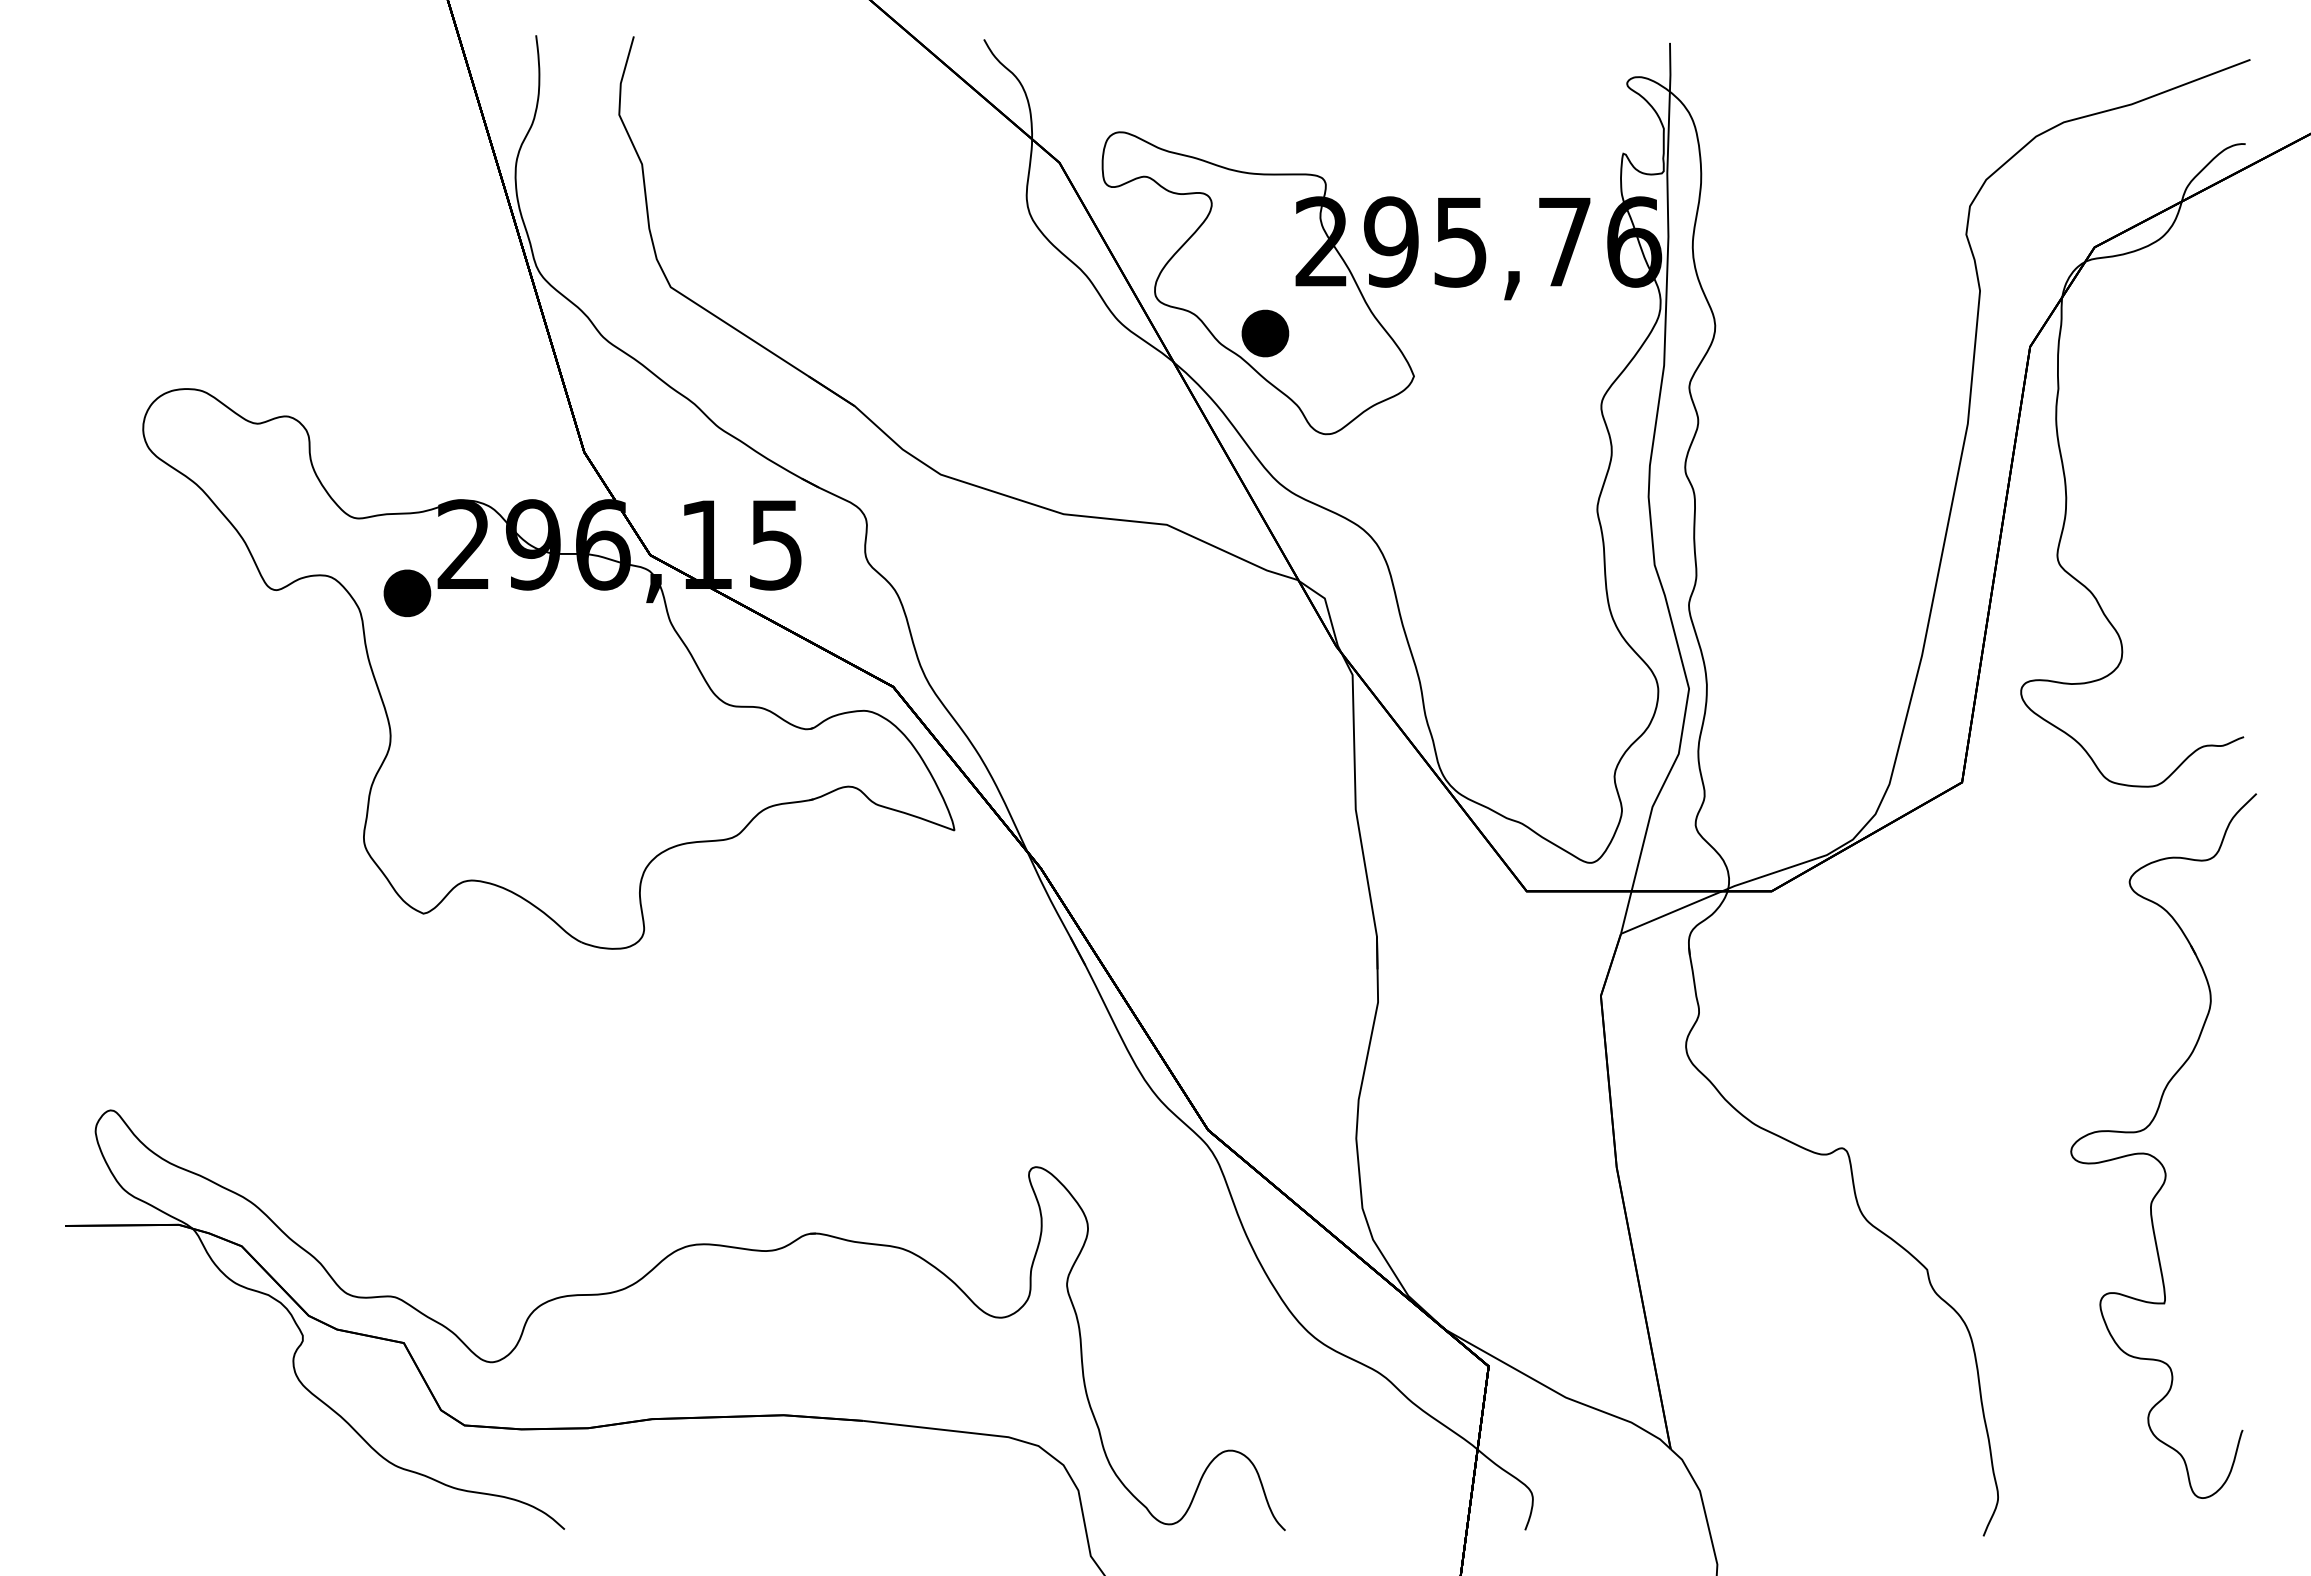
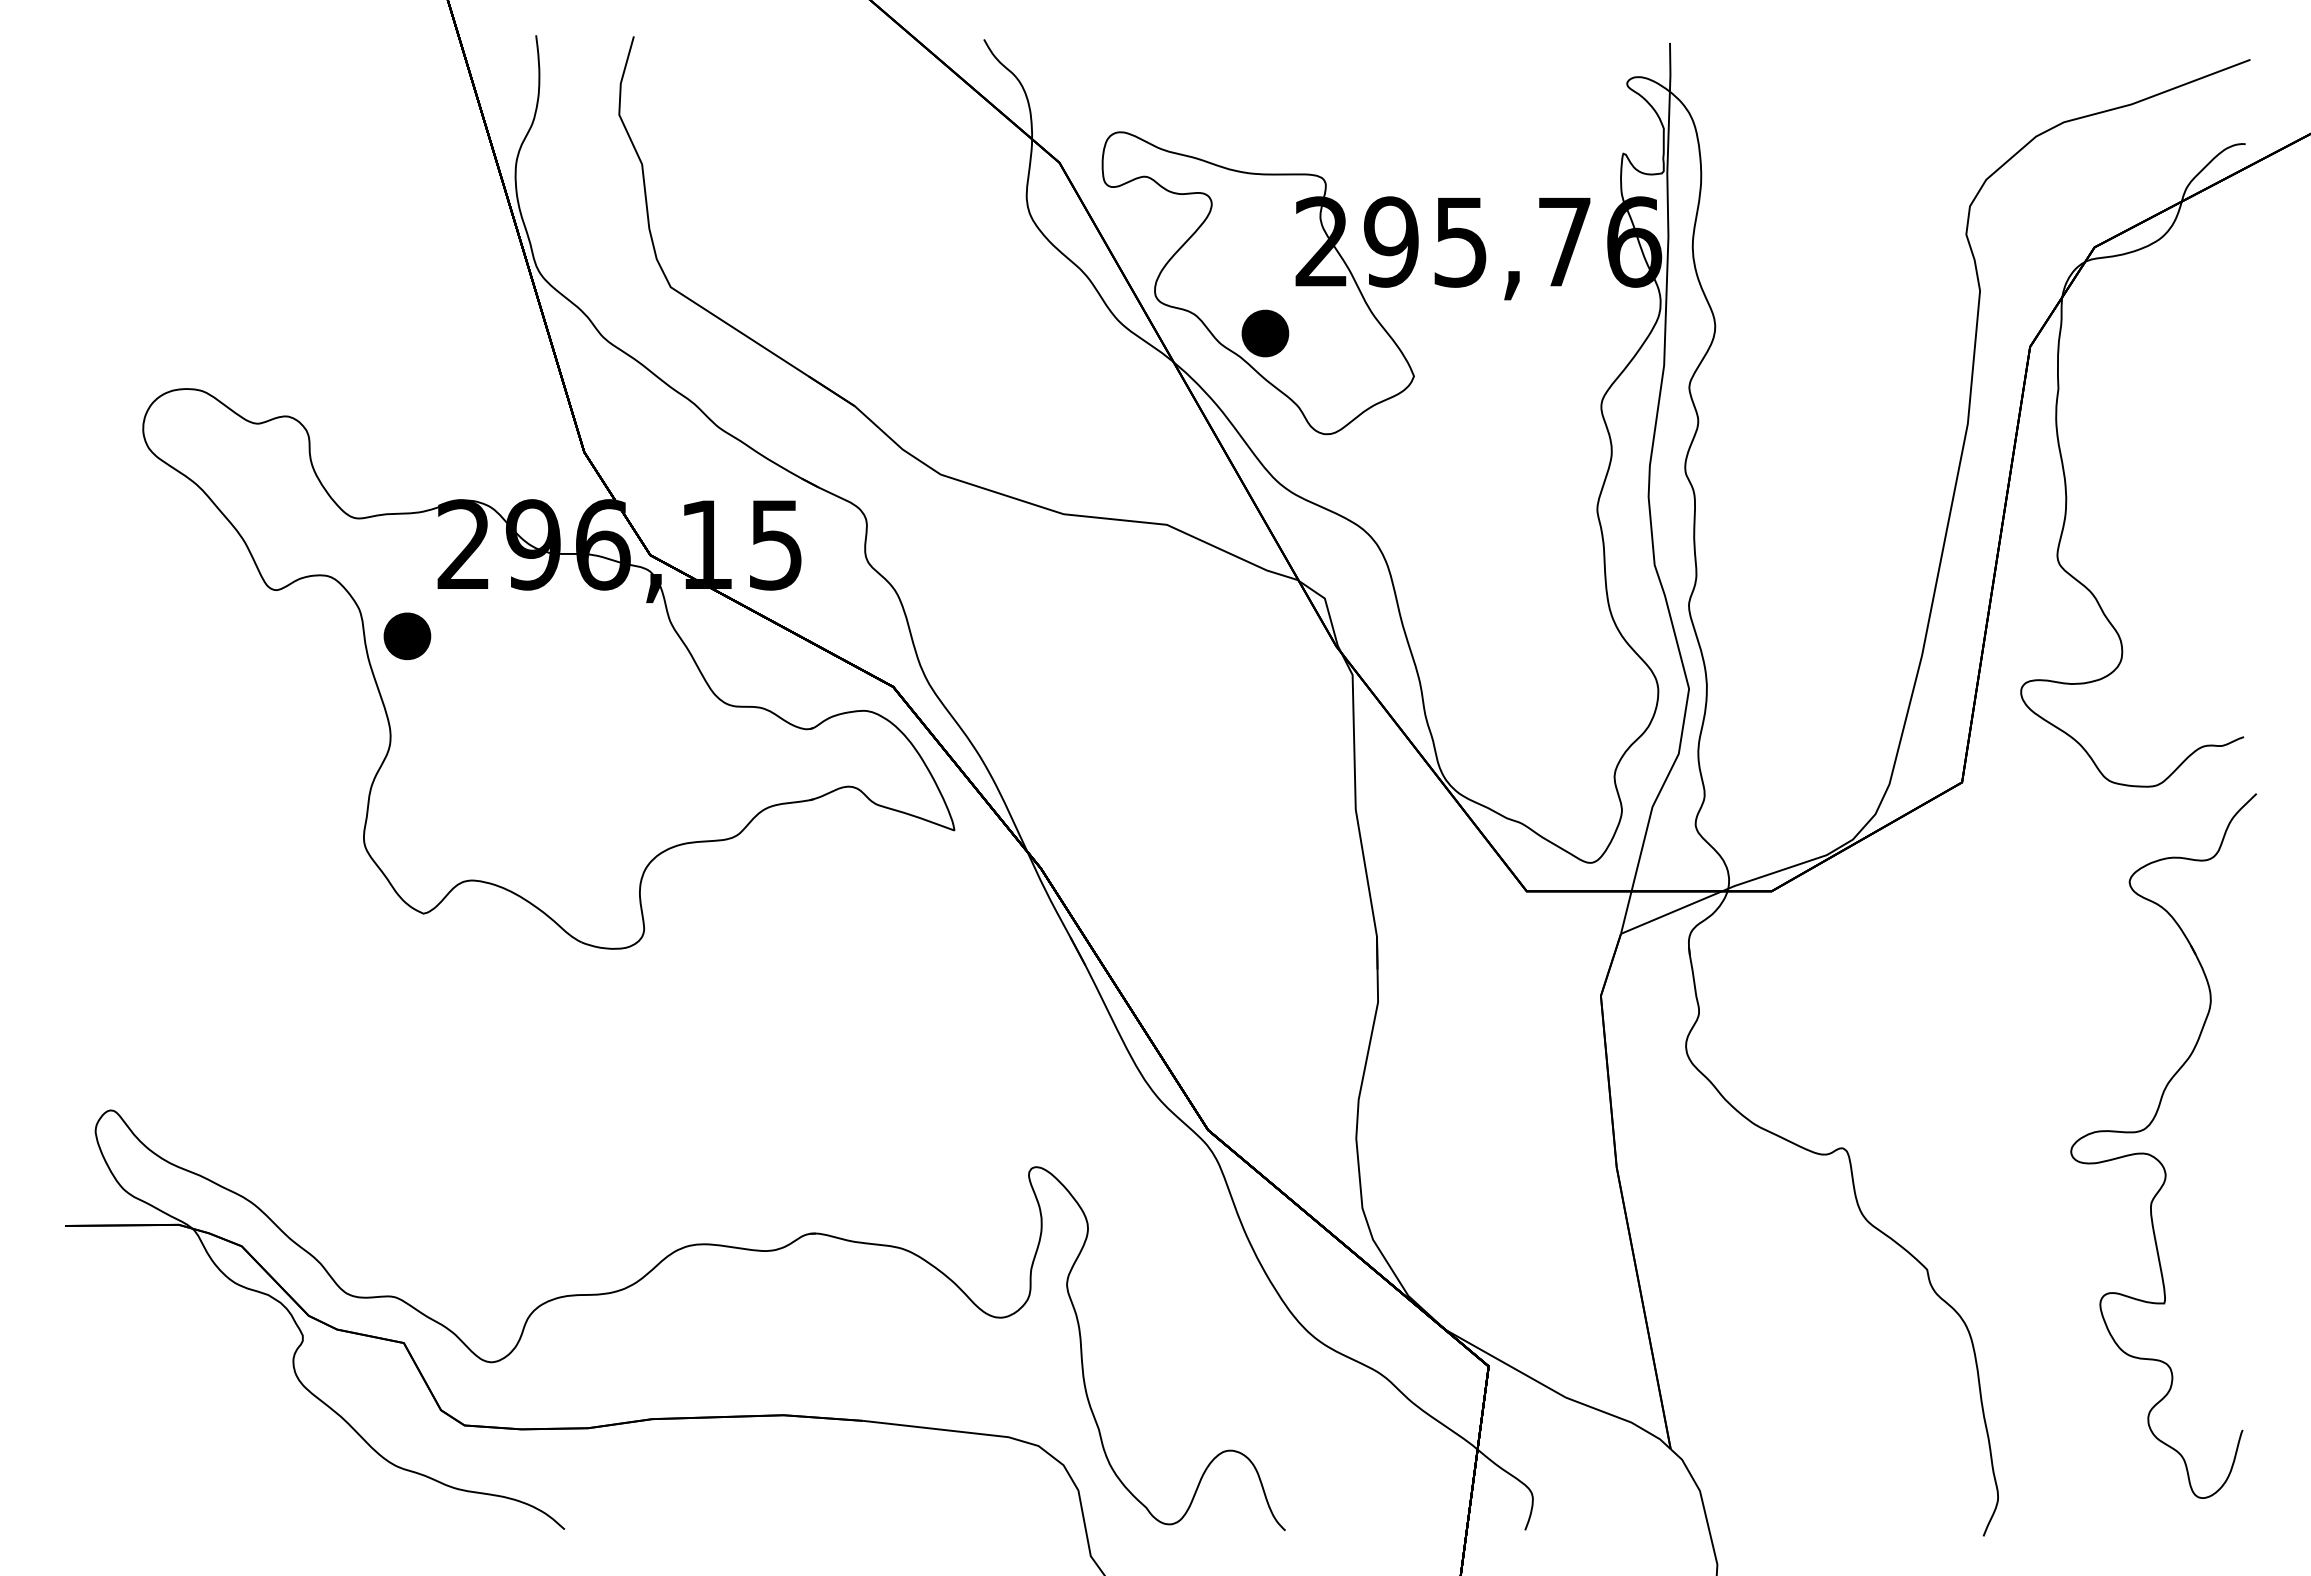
part at (407, 592) position: (407, 592) -> (407, 635)
